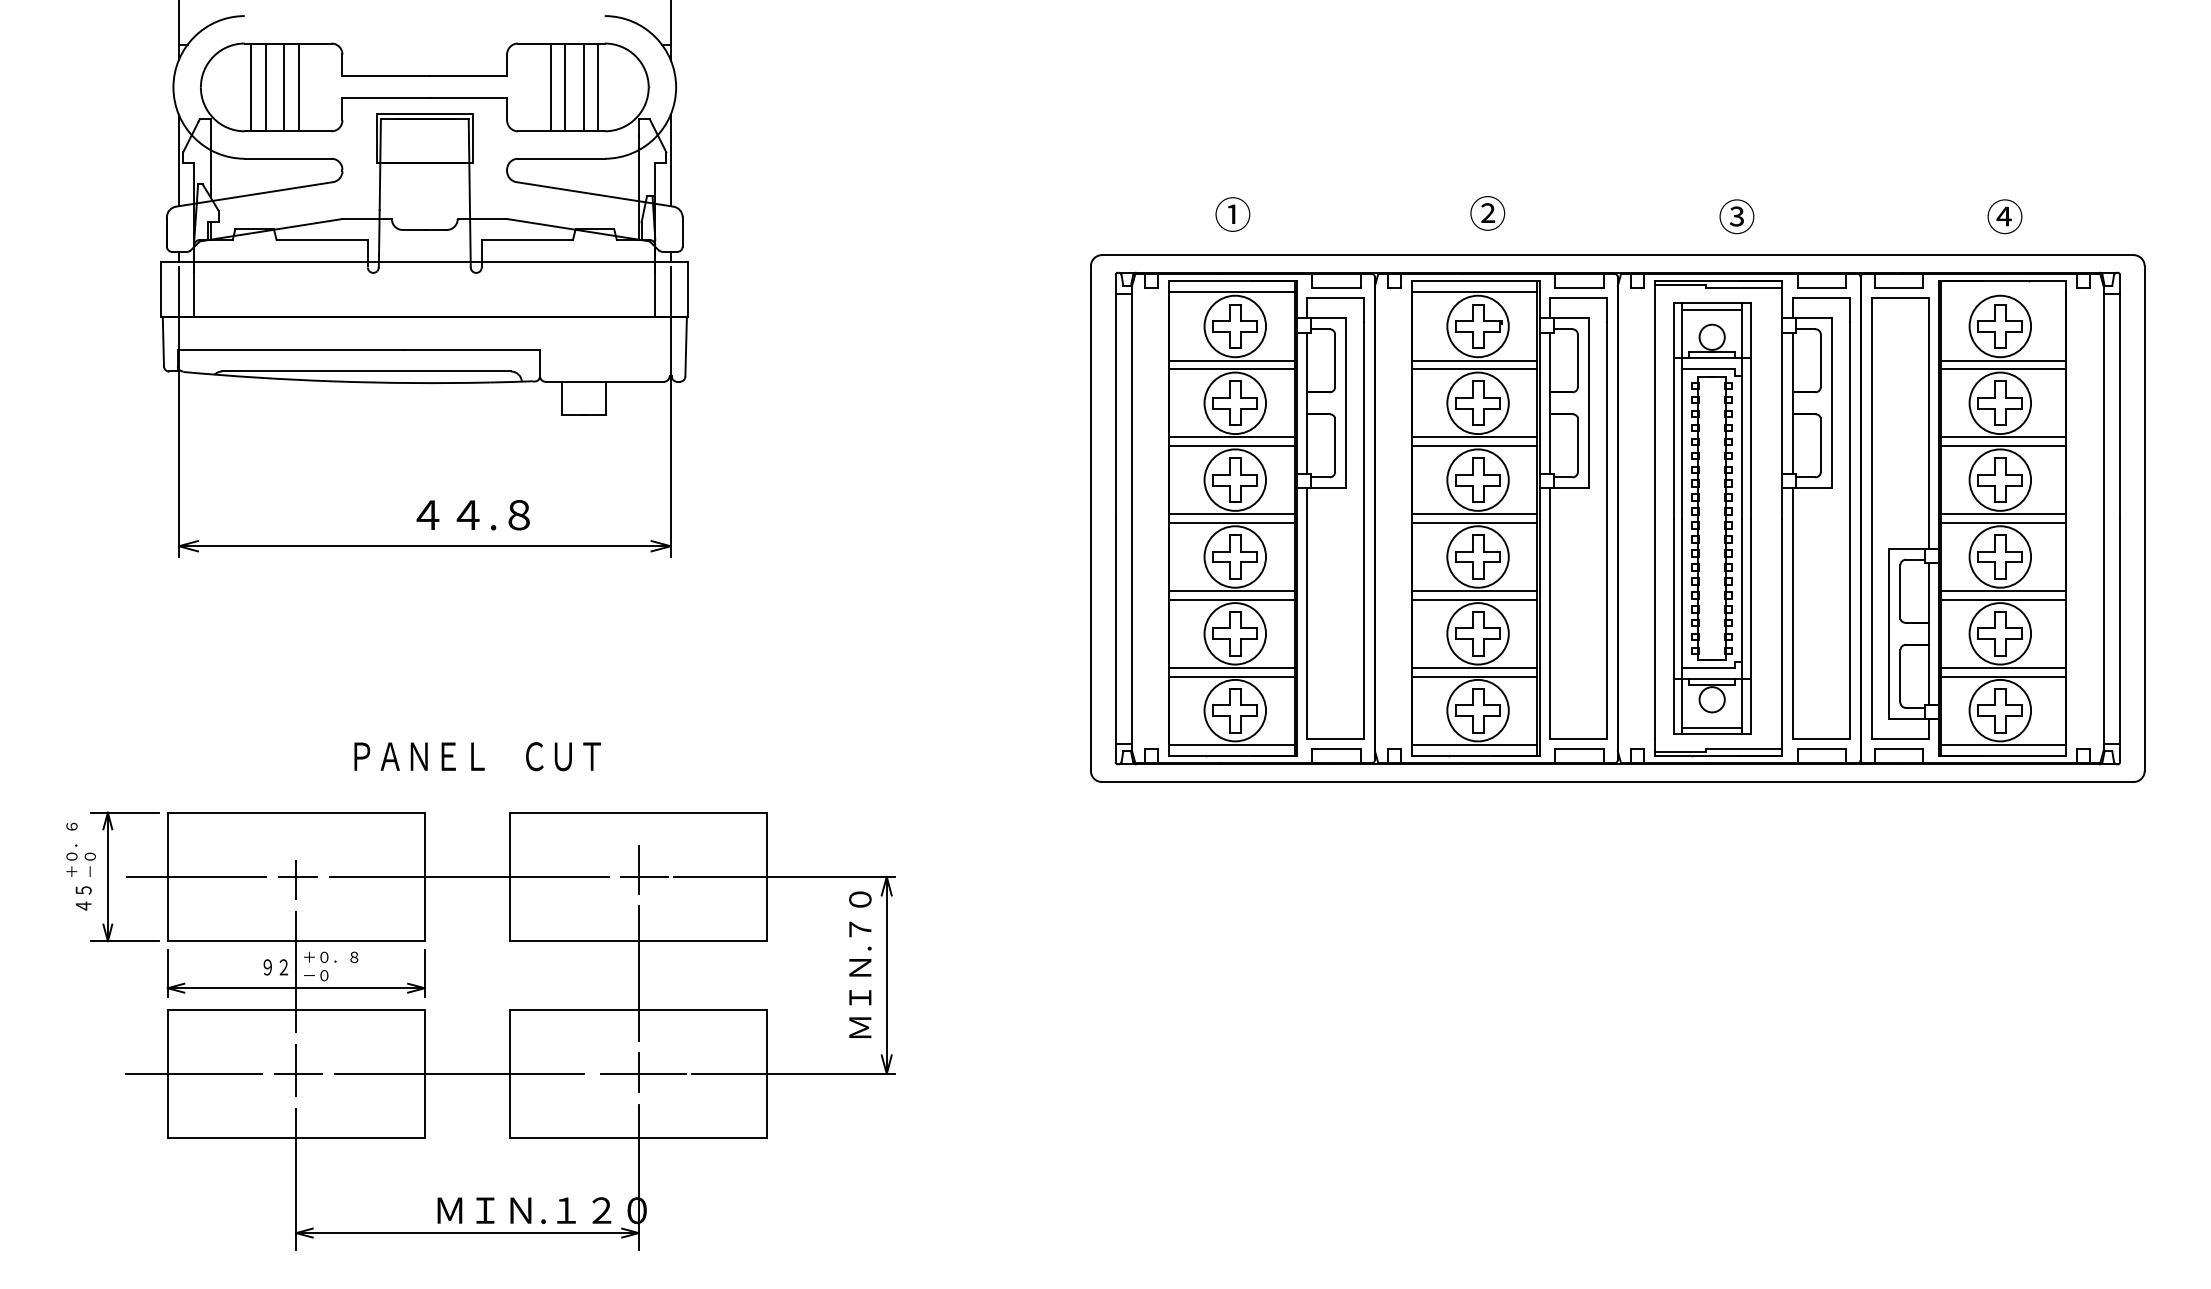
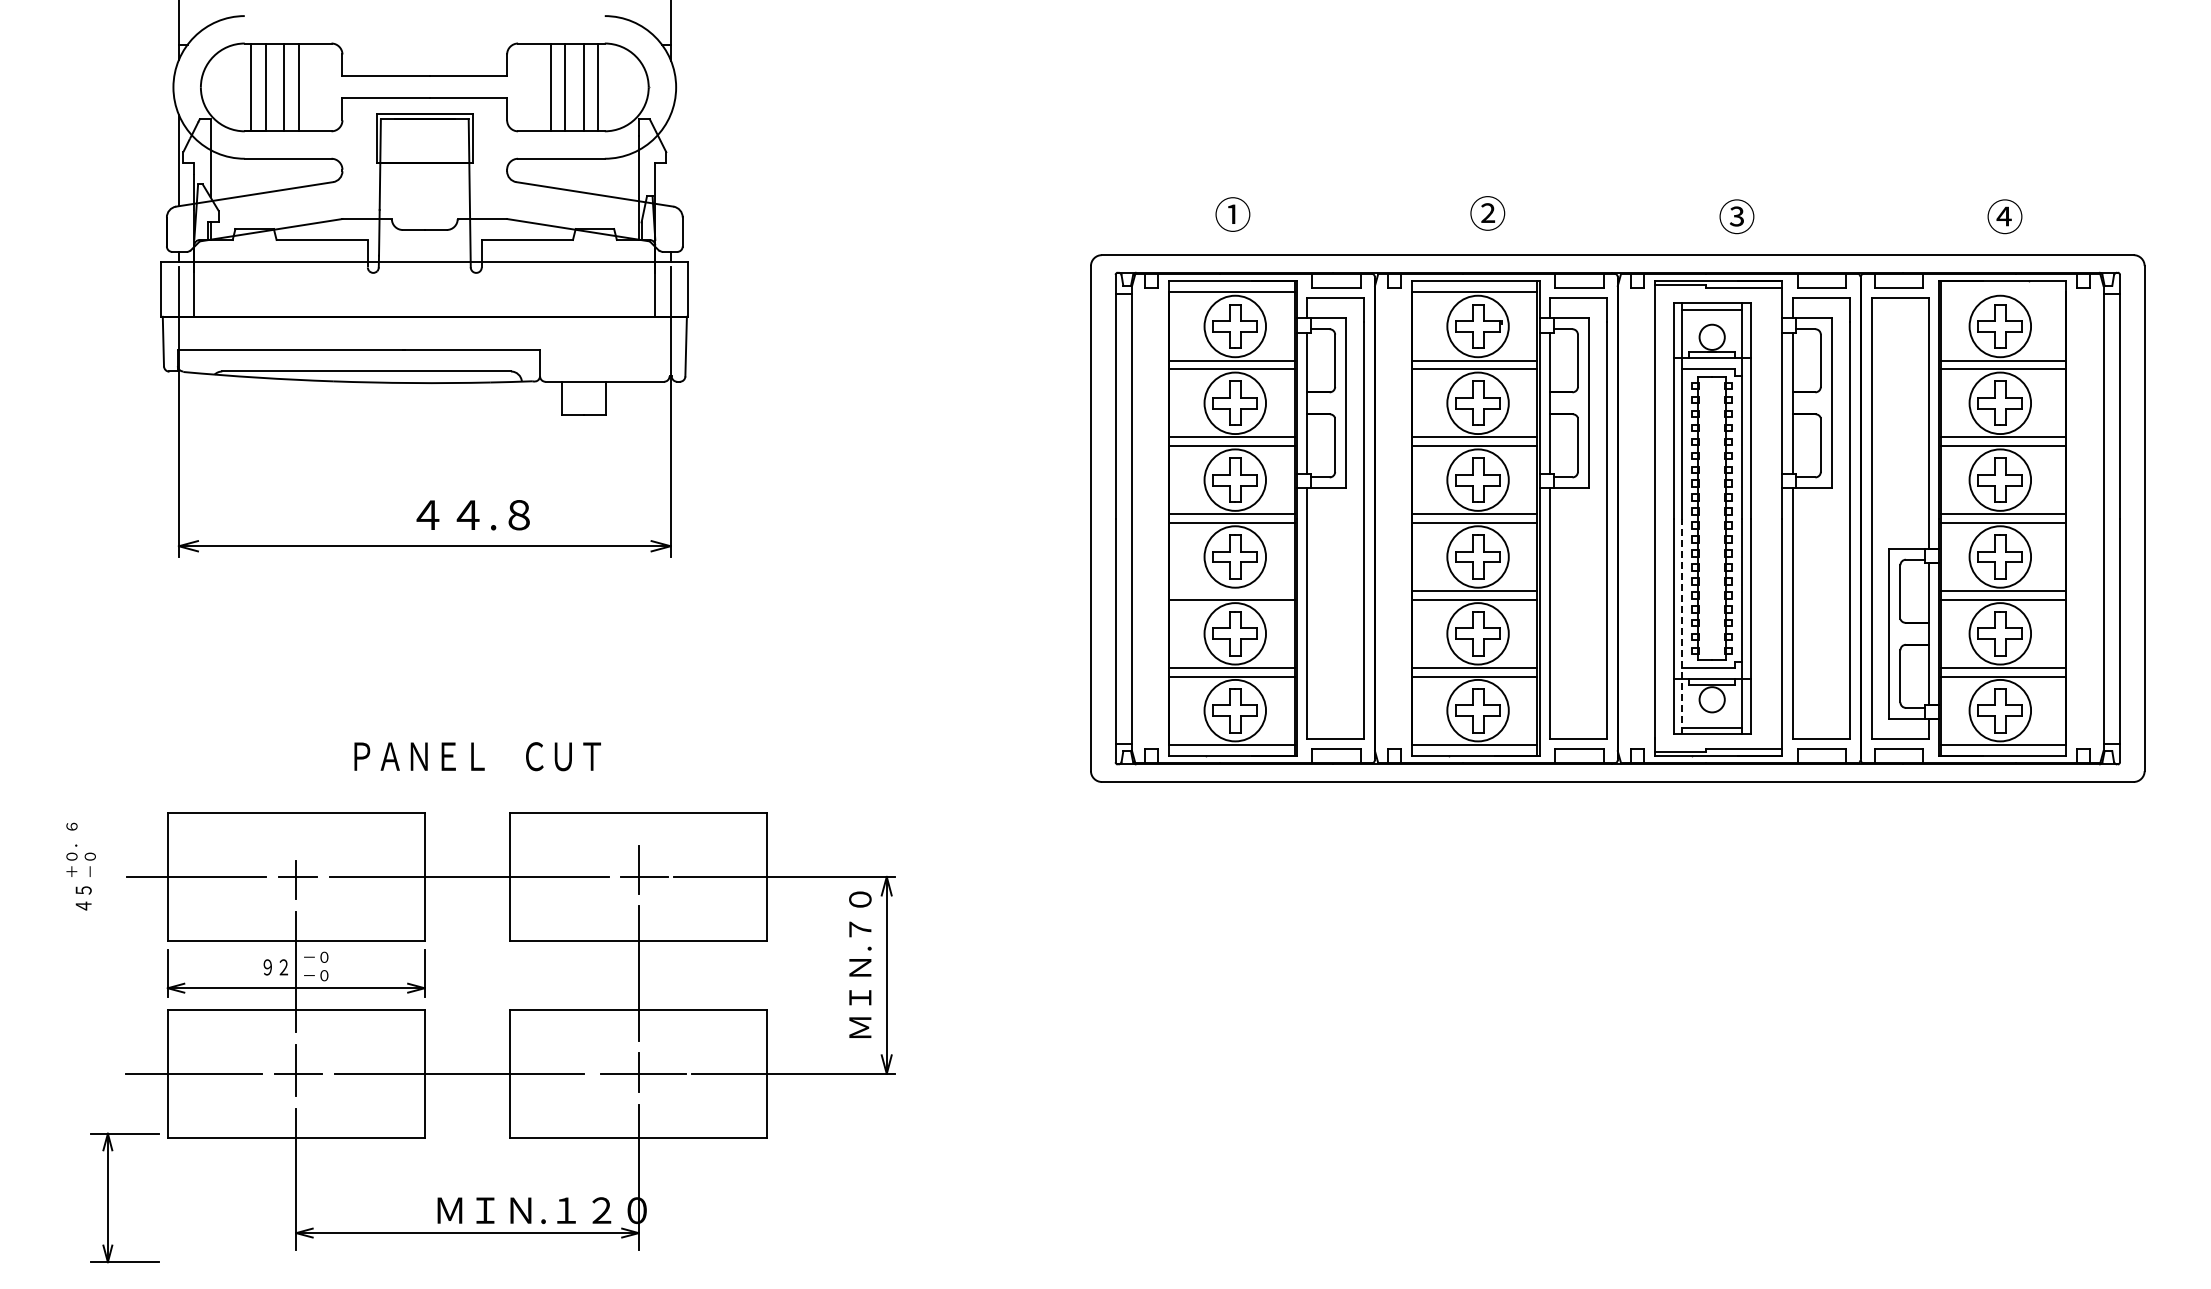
line at (670, 160): present -> none
line at (1231, 591): present -> none
line at (1682, 626): solid -> dashed
part at (108, 876) position: (108, 876) -> (108, 1197)
text at (333, 956): ＋０．８ -> －０
